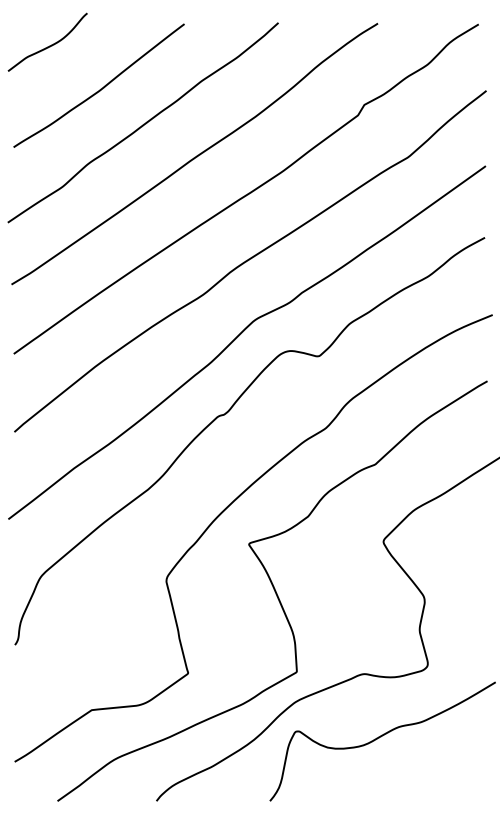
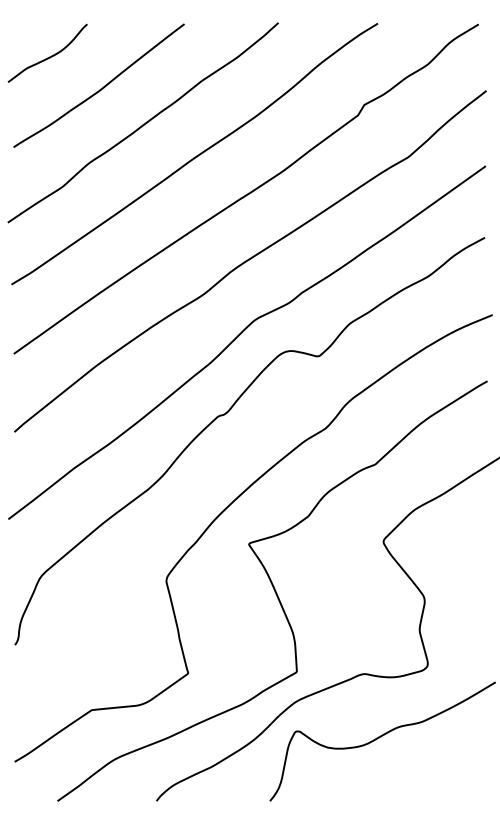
curve at (49, 45) position: (49, 45) -> (49, 56)
